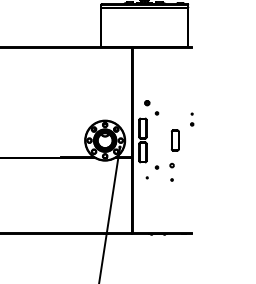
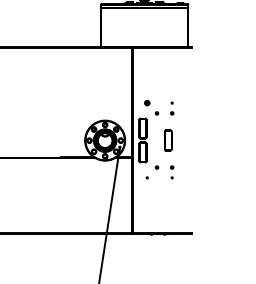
part at (192, 119) position: (192, 119) -> (172, 108)
part at (175, 140) position: (175, 140) -> (168, 140)
part at (171, 171) size: 6x20 px -> 5x15 px
